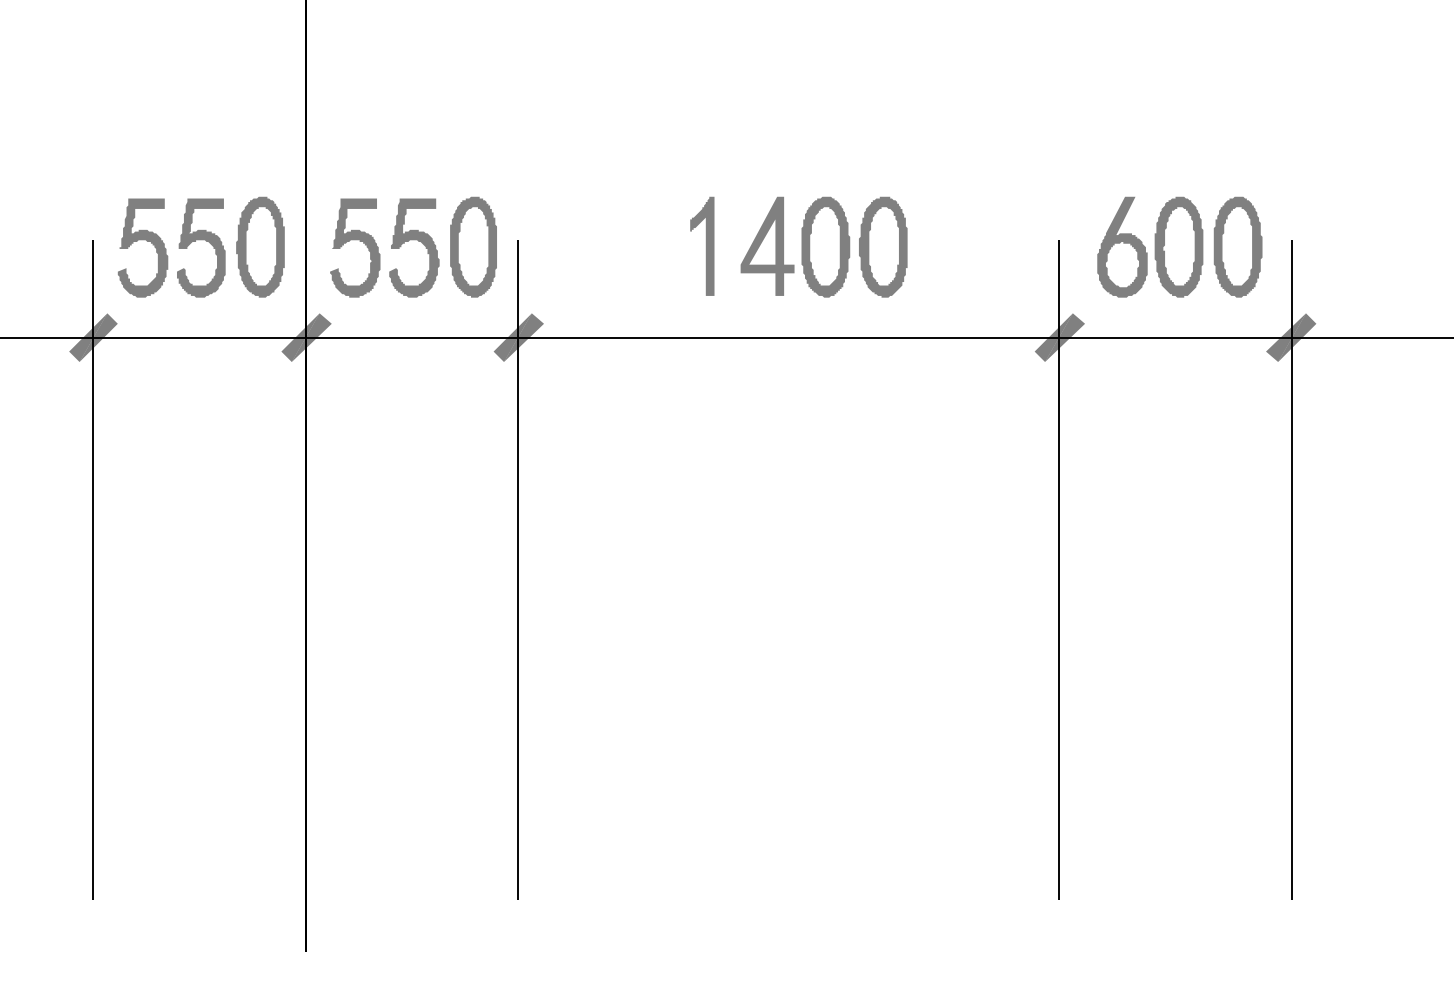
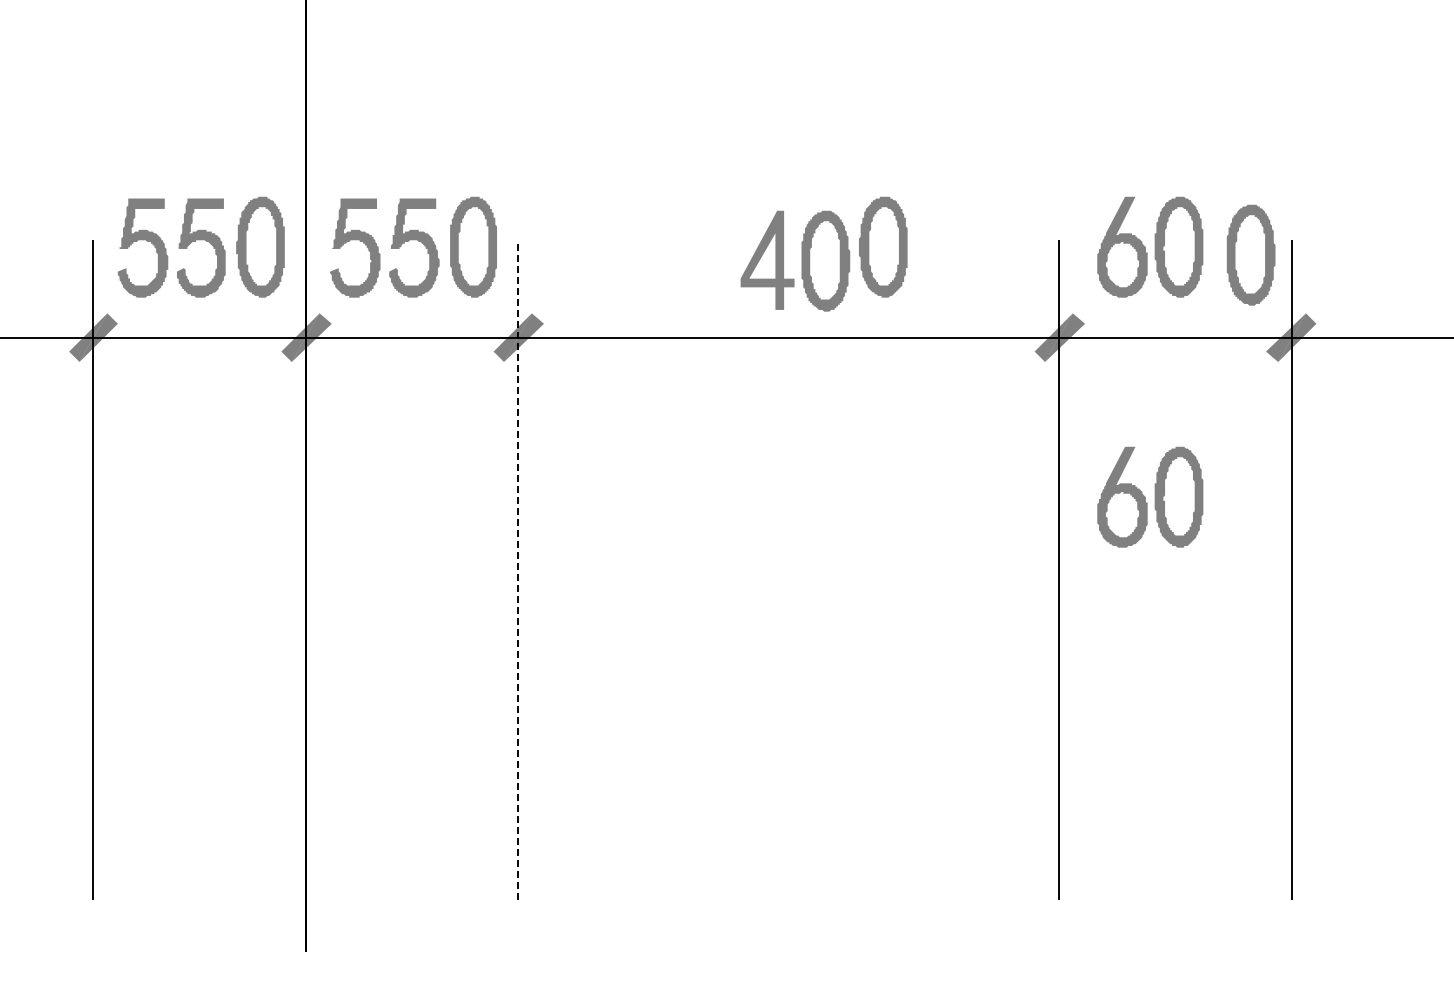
fill at (702, 245): present -> none
part at (801, 247) position: (801, 247) -> (801, 261)
part at (1238, 247) position: (1238, 247) -> (1251, 255)
part at (1150, 497): none -> present
line at (517, 569): solid -> dashed
